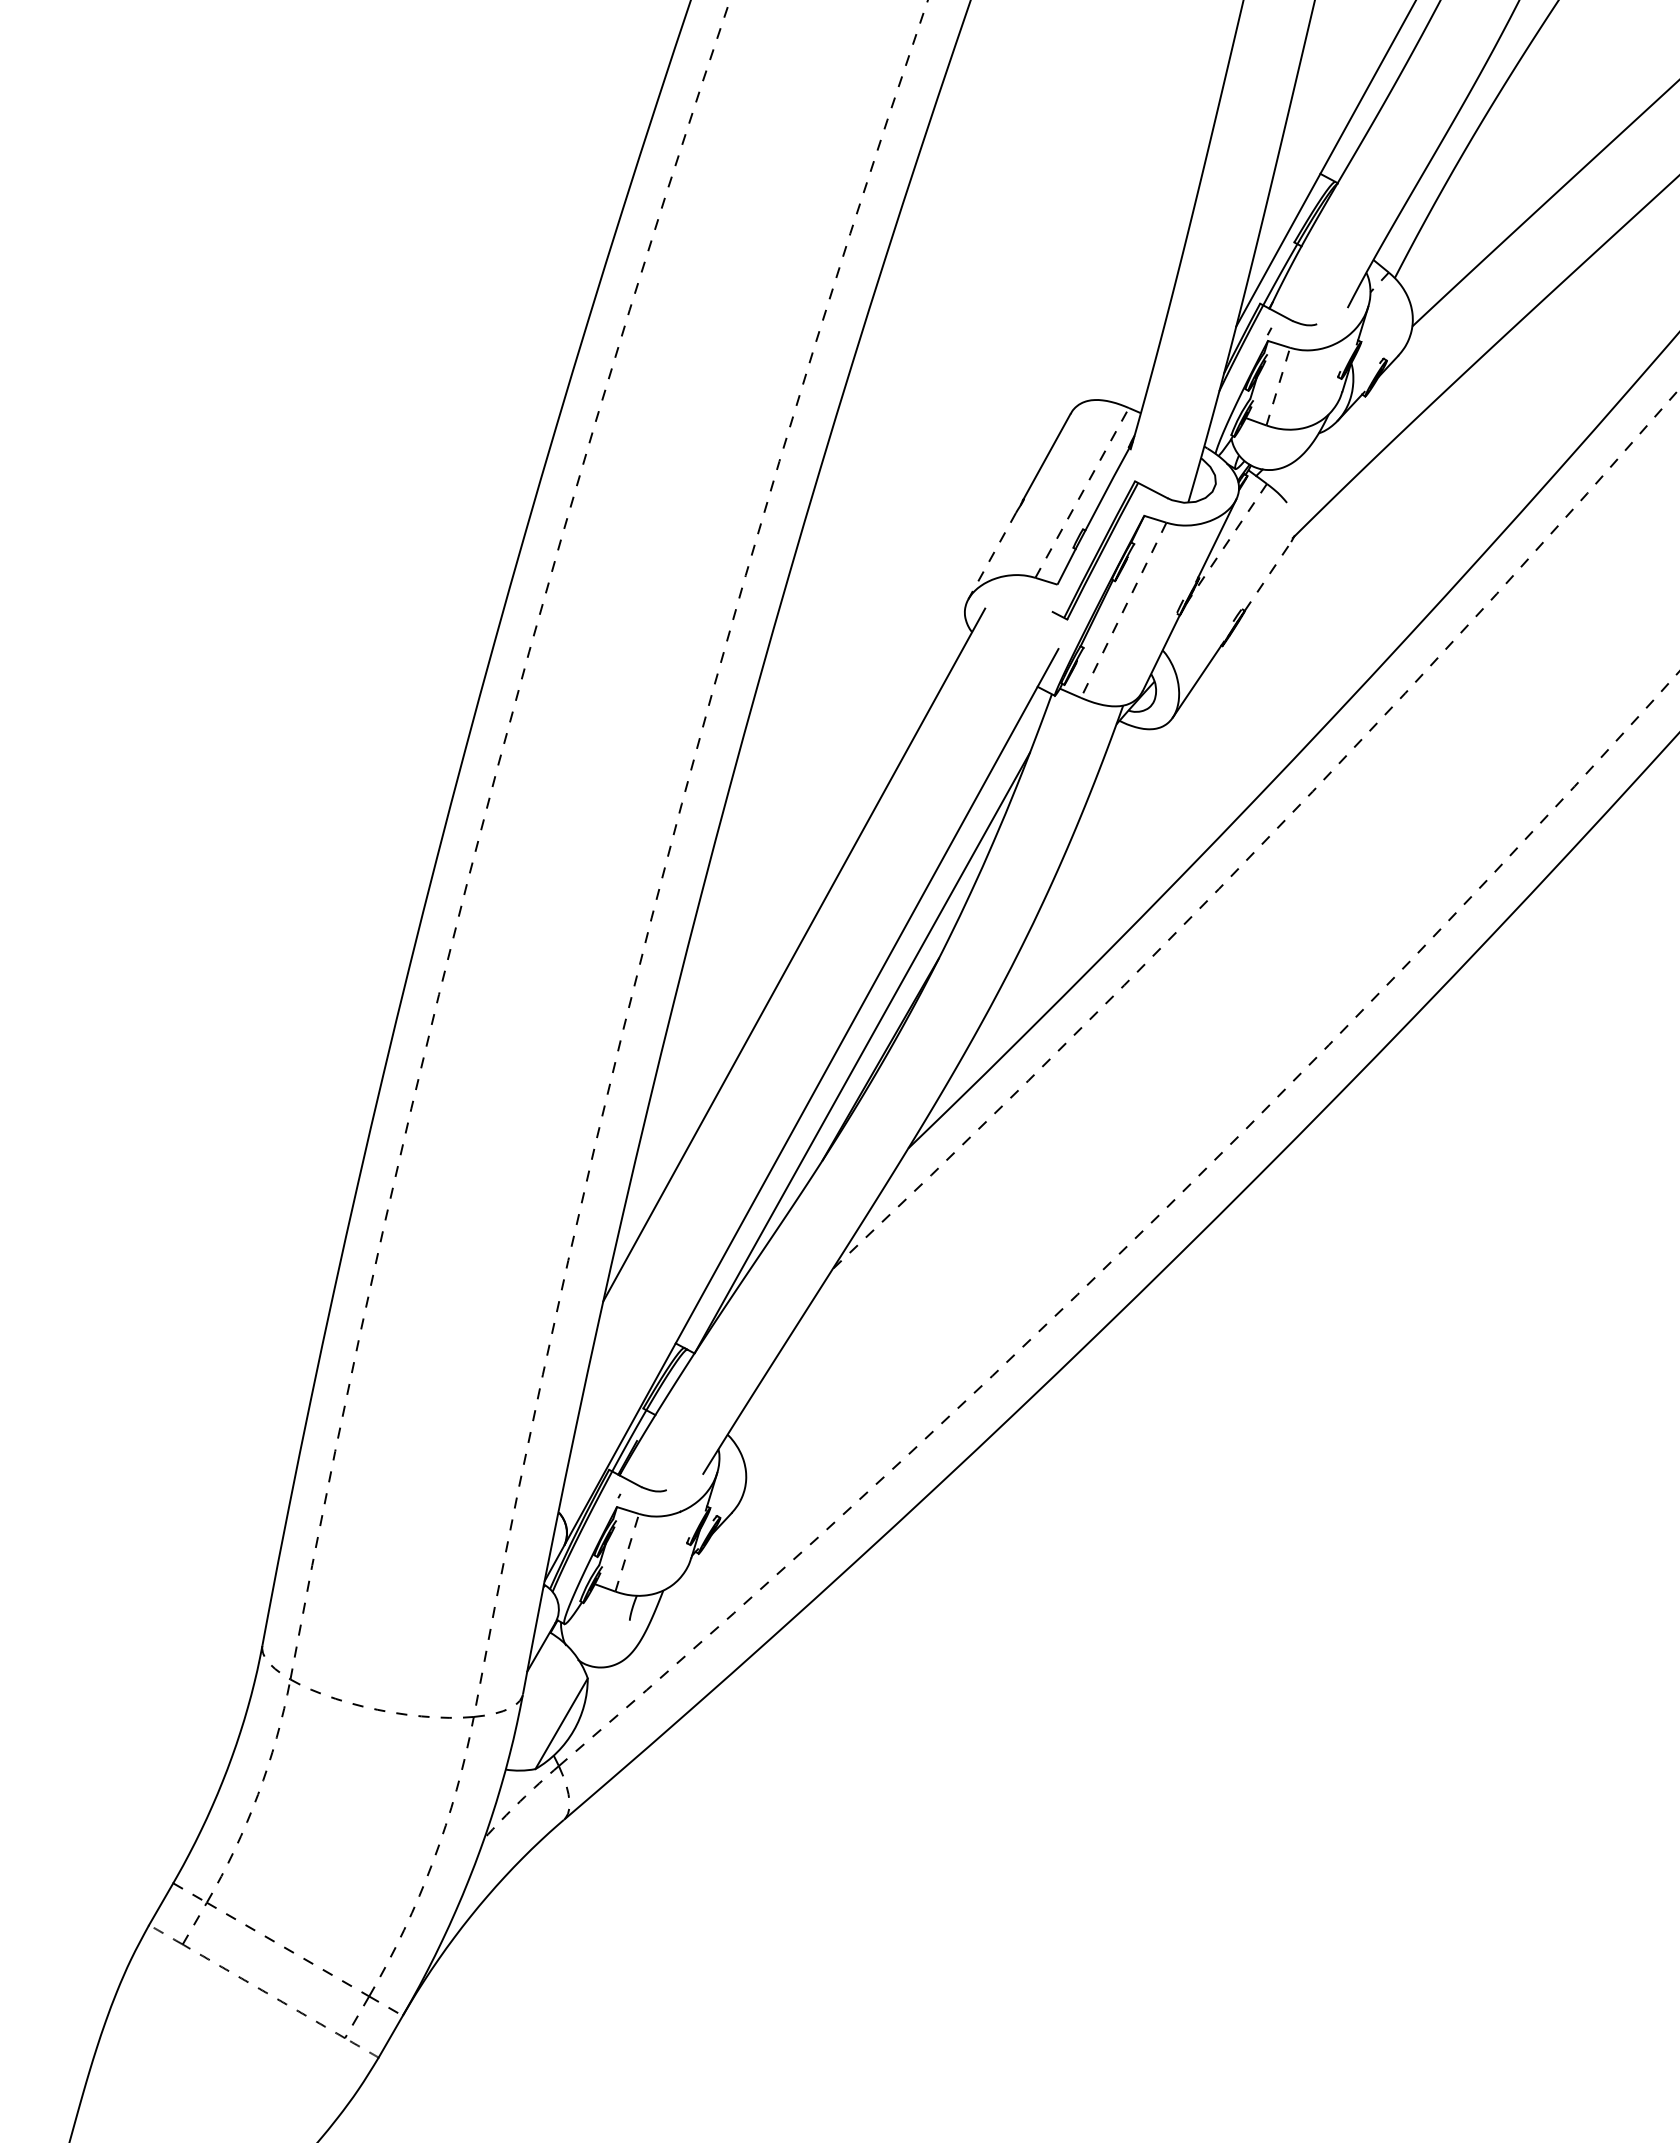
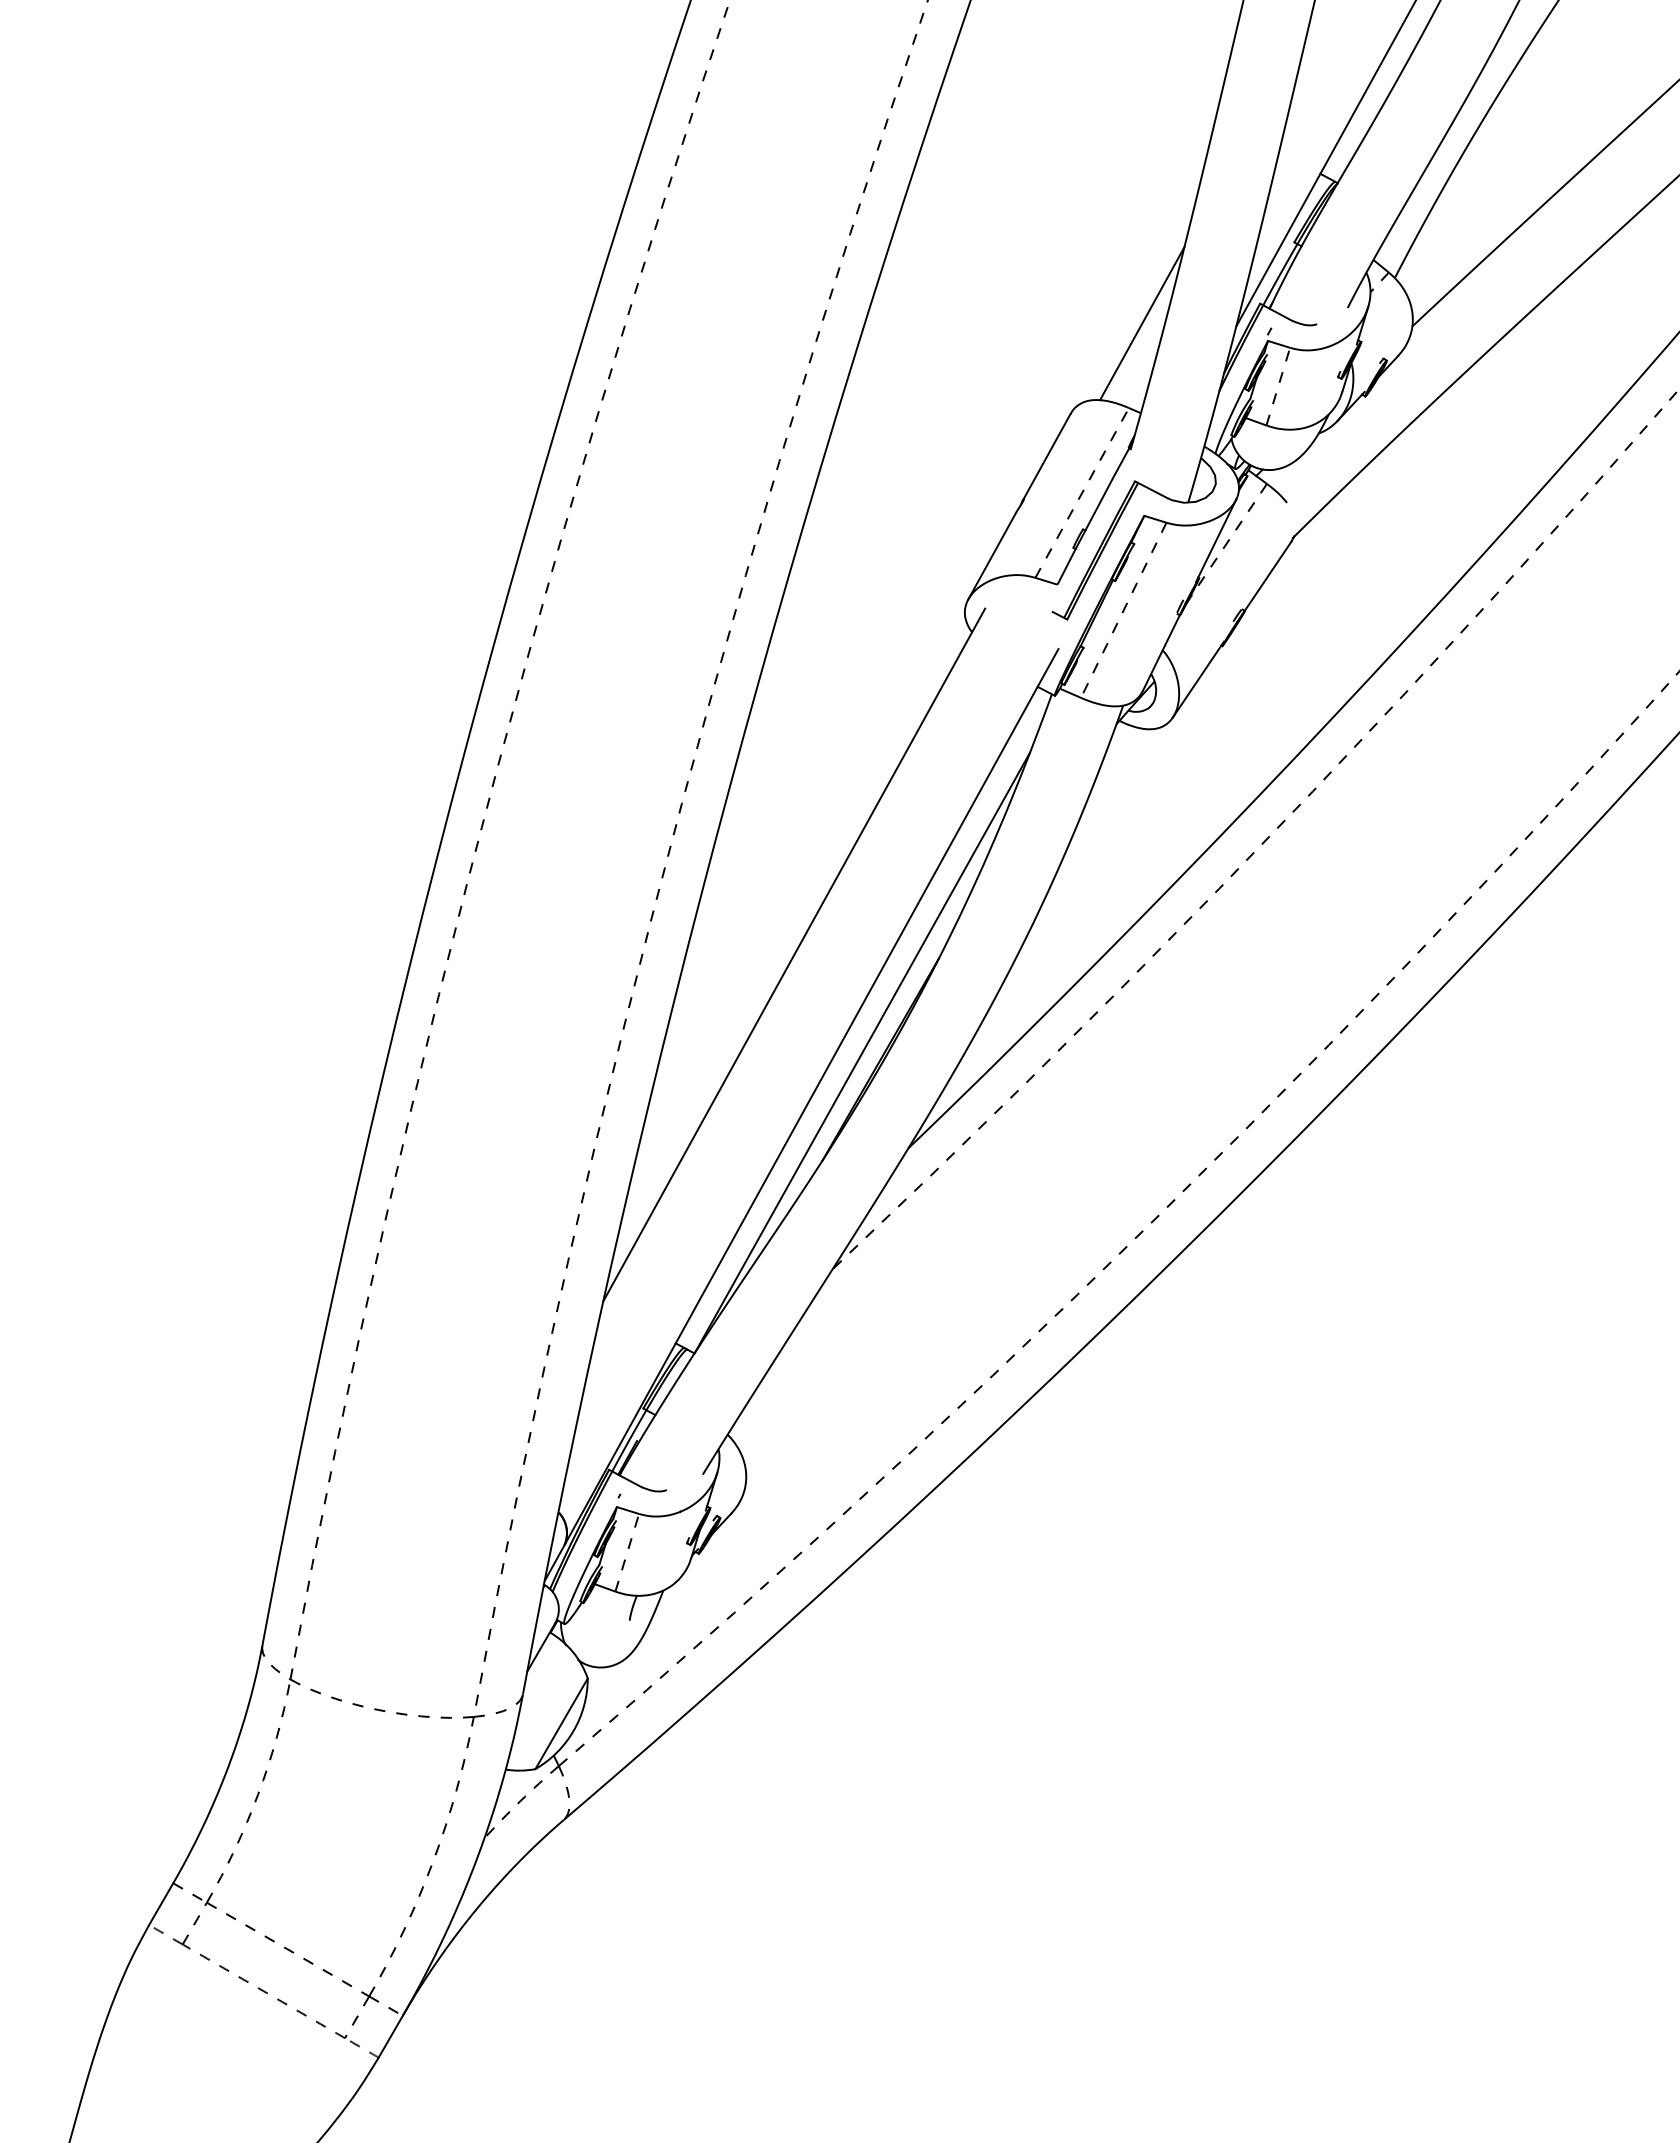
line at (1142, 323): none -> present
line at (991, 556): dashed -> solid
line at (1268, 576): dashed -> solid
